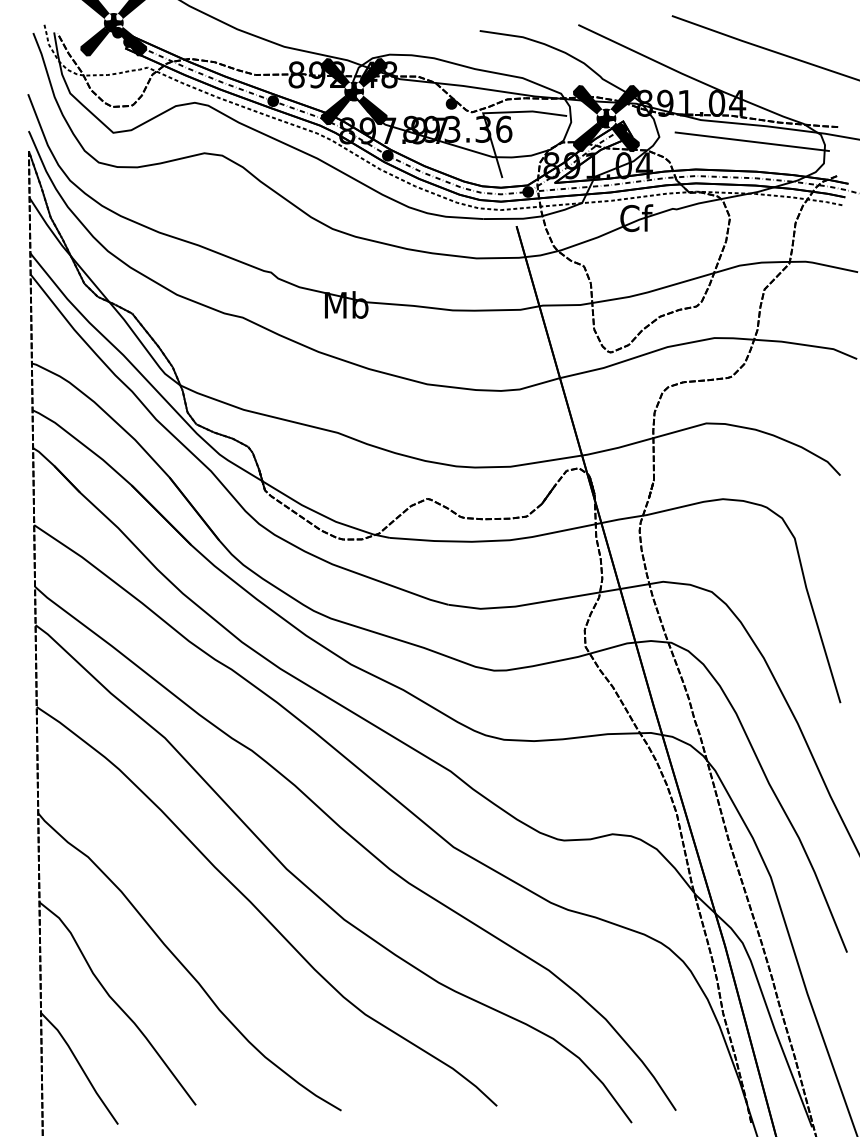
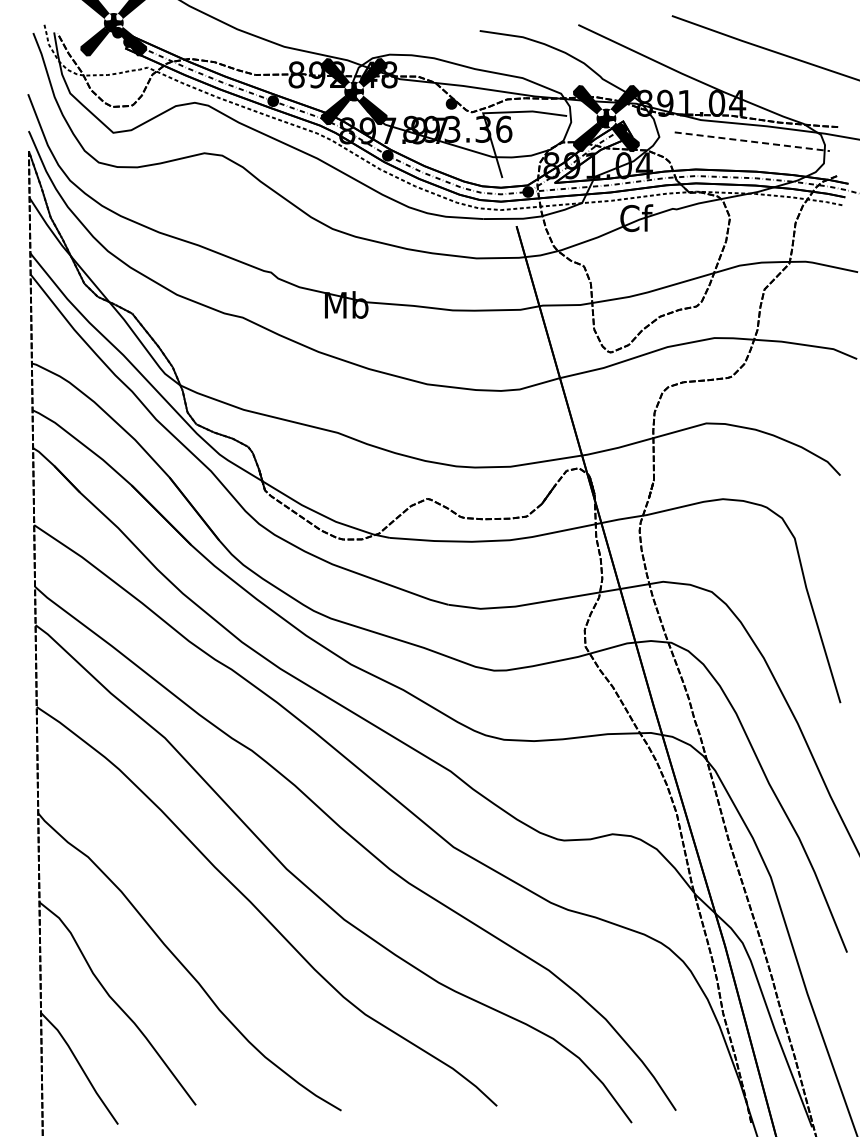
line at (752, 141): solid -> dashed
